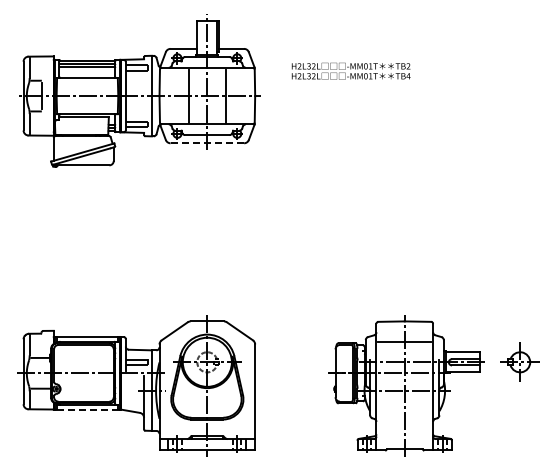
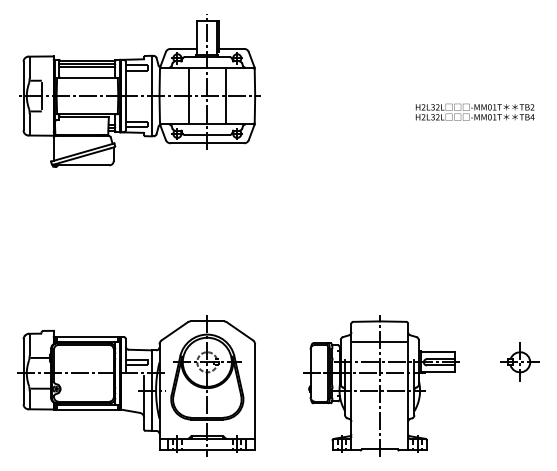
text at (350, 70) position: (350, 70) -> (474, 111)
line at (207, 143): dashed -> solid
part at (406, 385) position: (406, 385) -> (381, 385)
line at (87, 409): dashed -> solid
